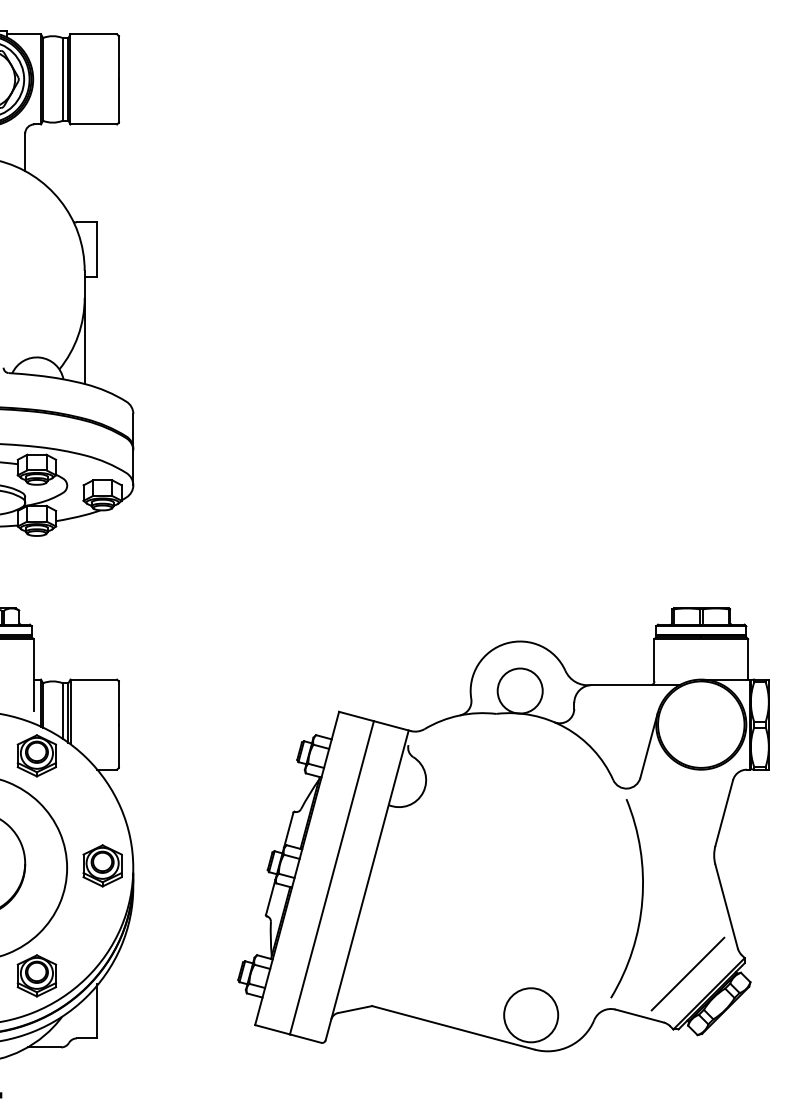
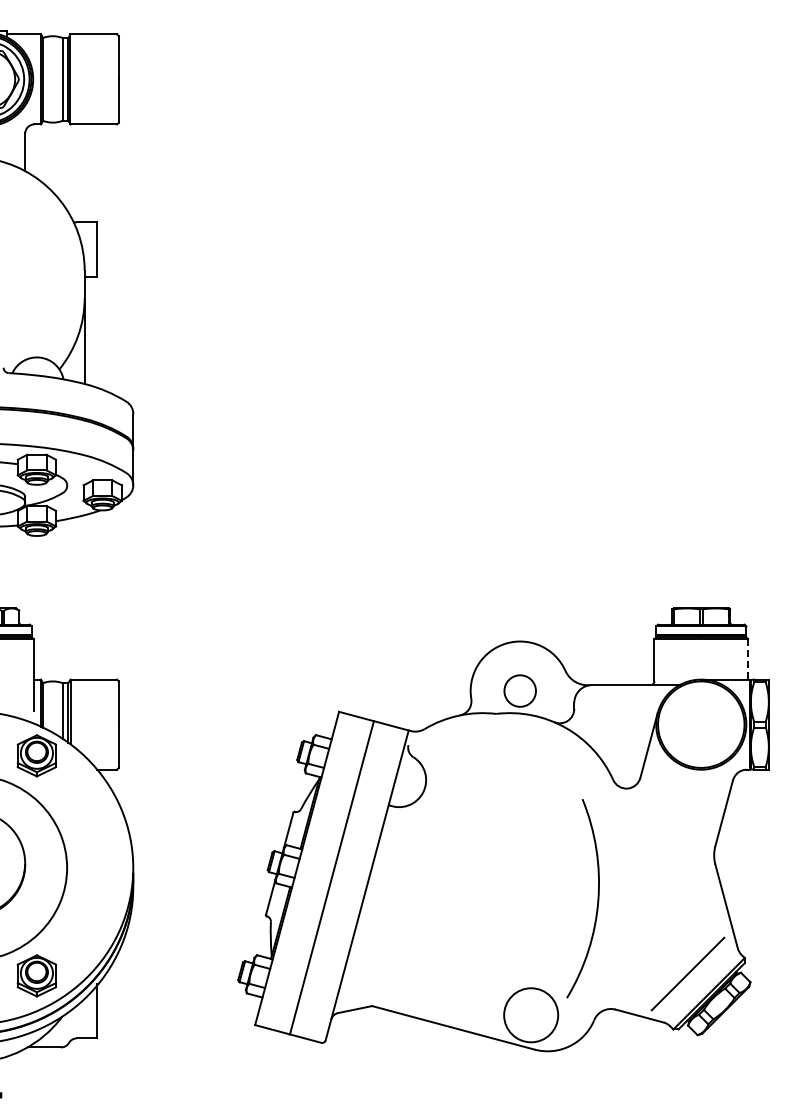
line at (748, 659): solid -> dashed
circle at (519, 690) diameter: 45 px -> 32 px
part at (102, 865): present -> none
arc at (641, 898) position: (641, 898) -> (597, 898)
